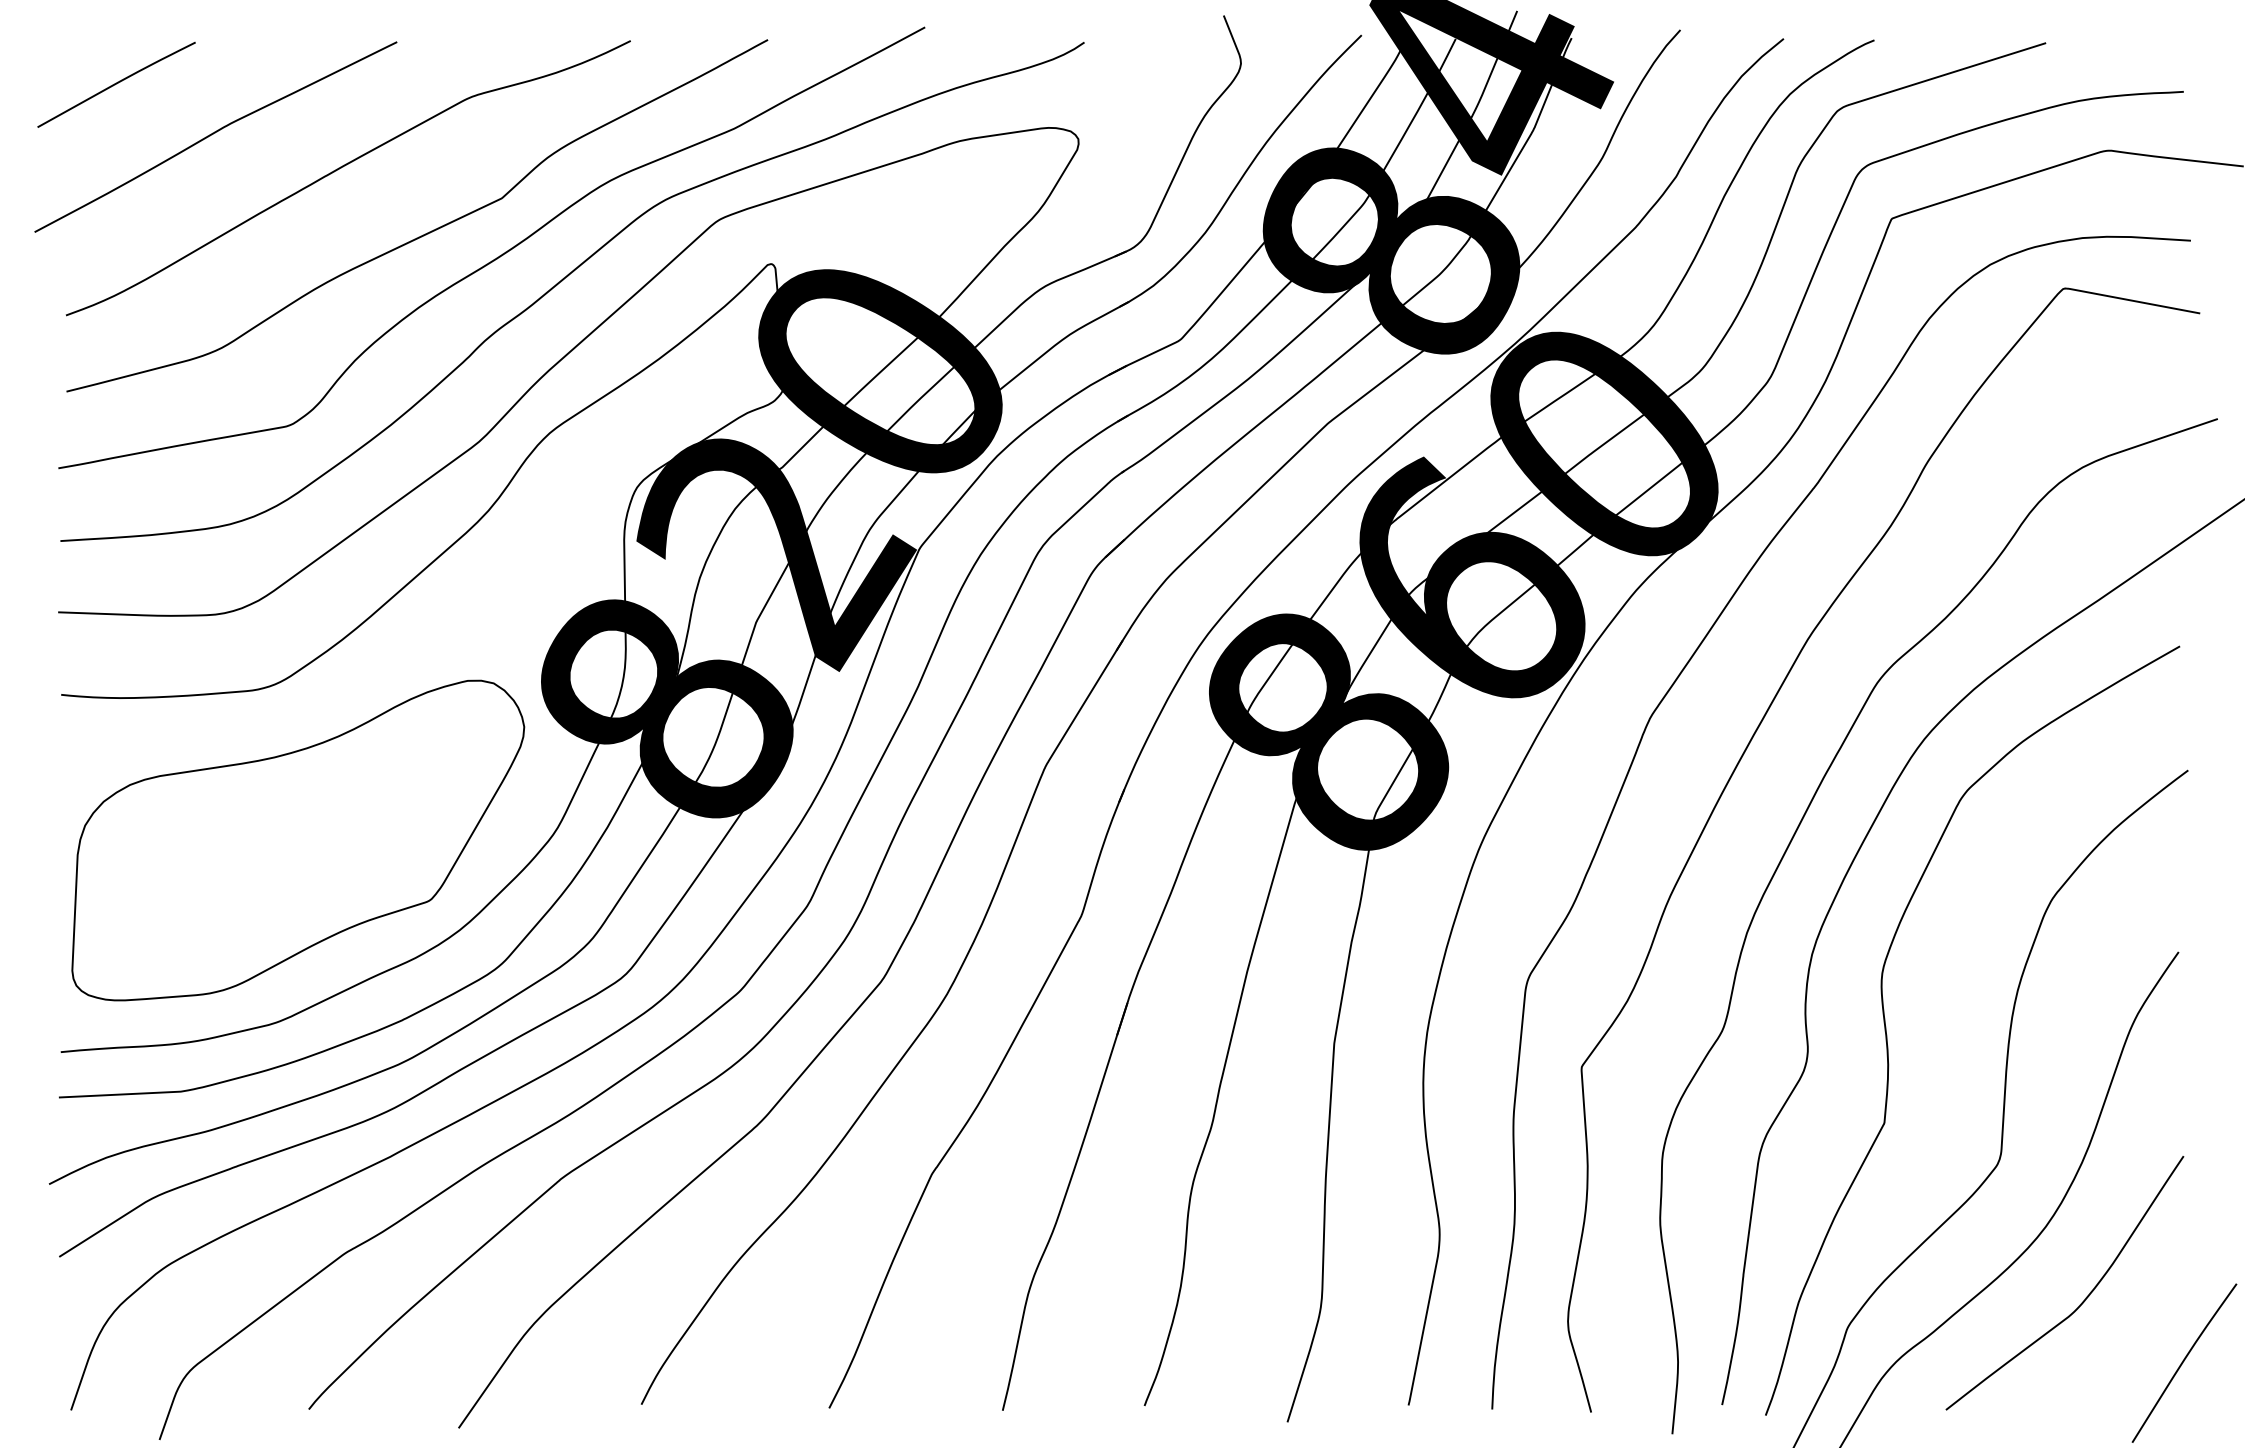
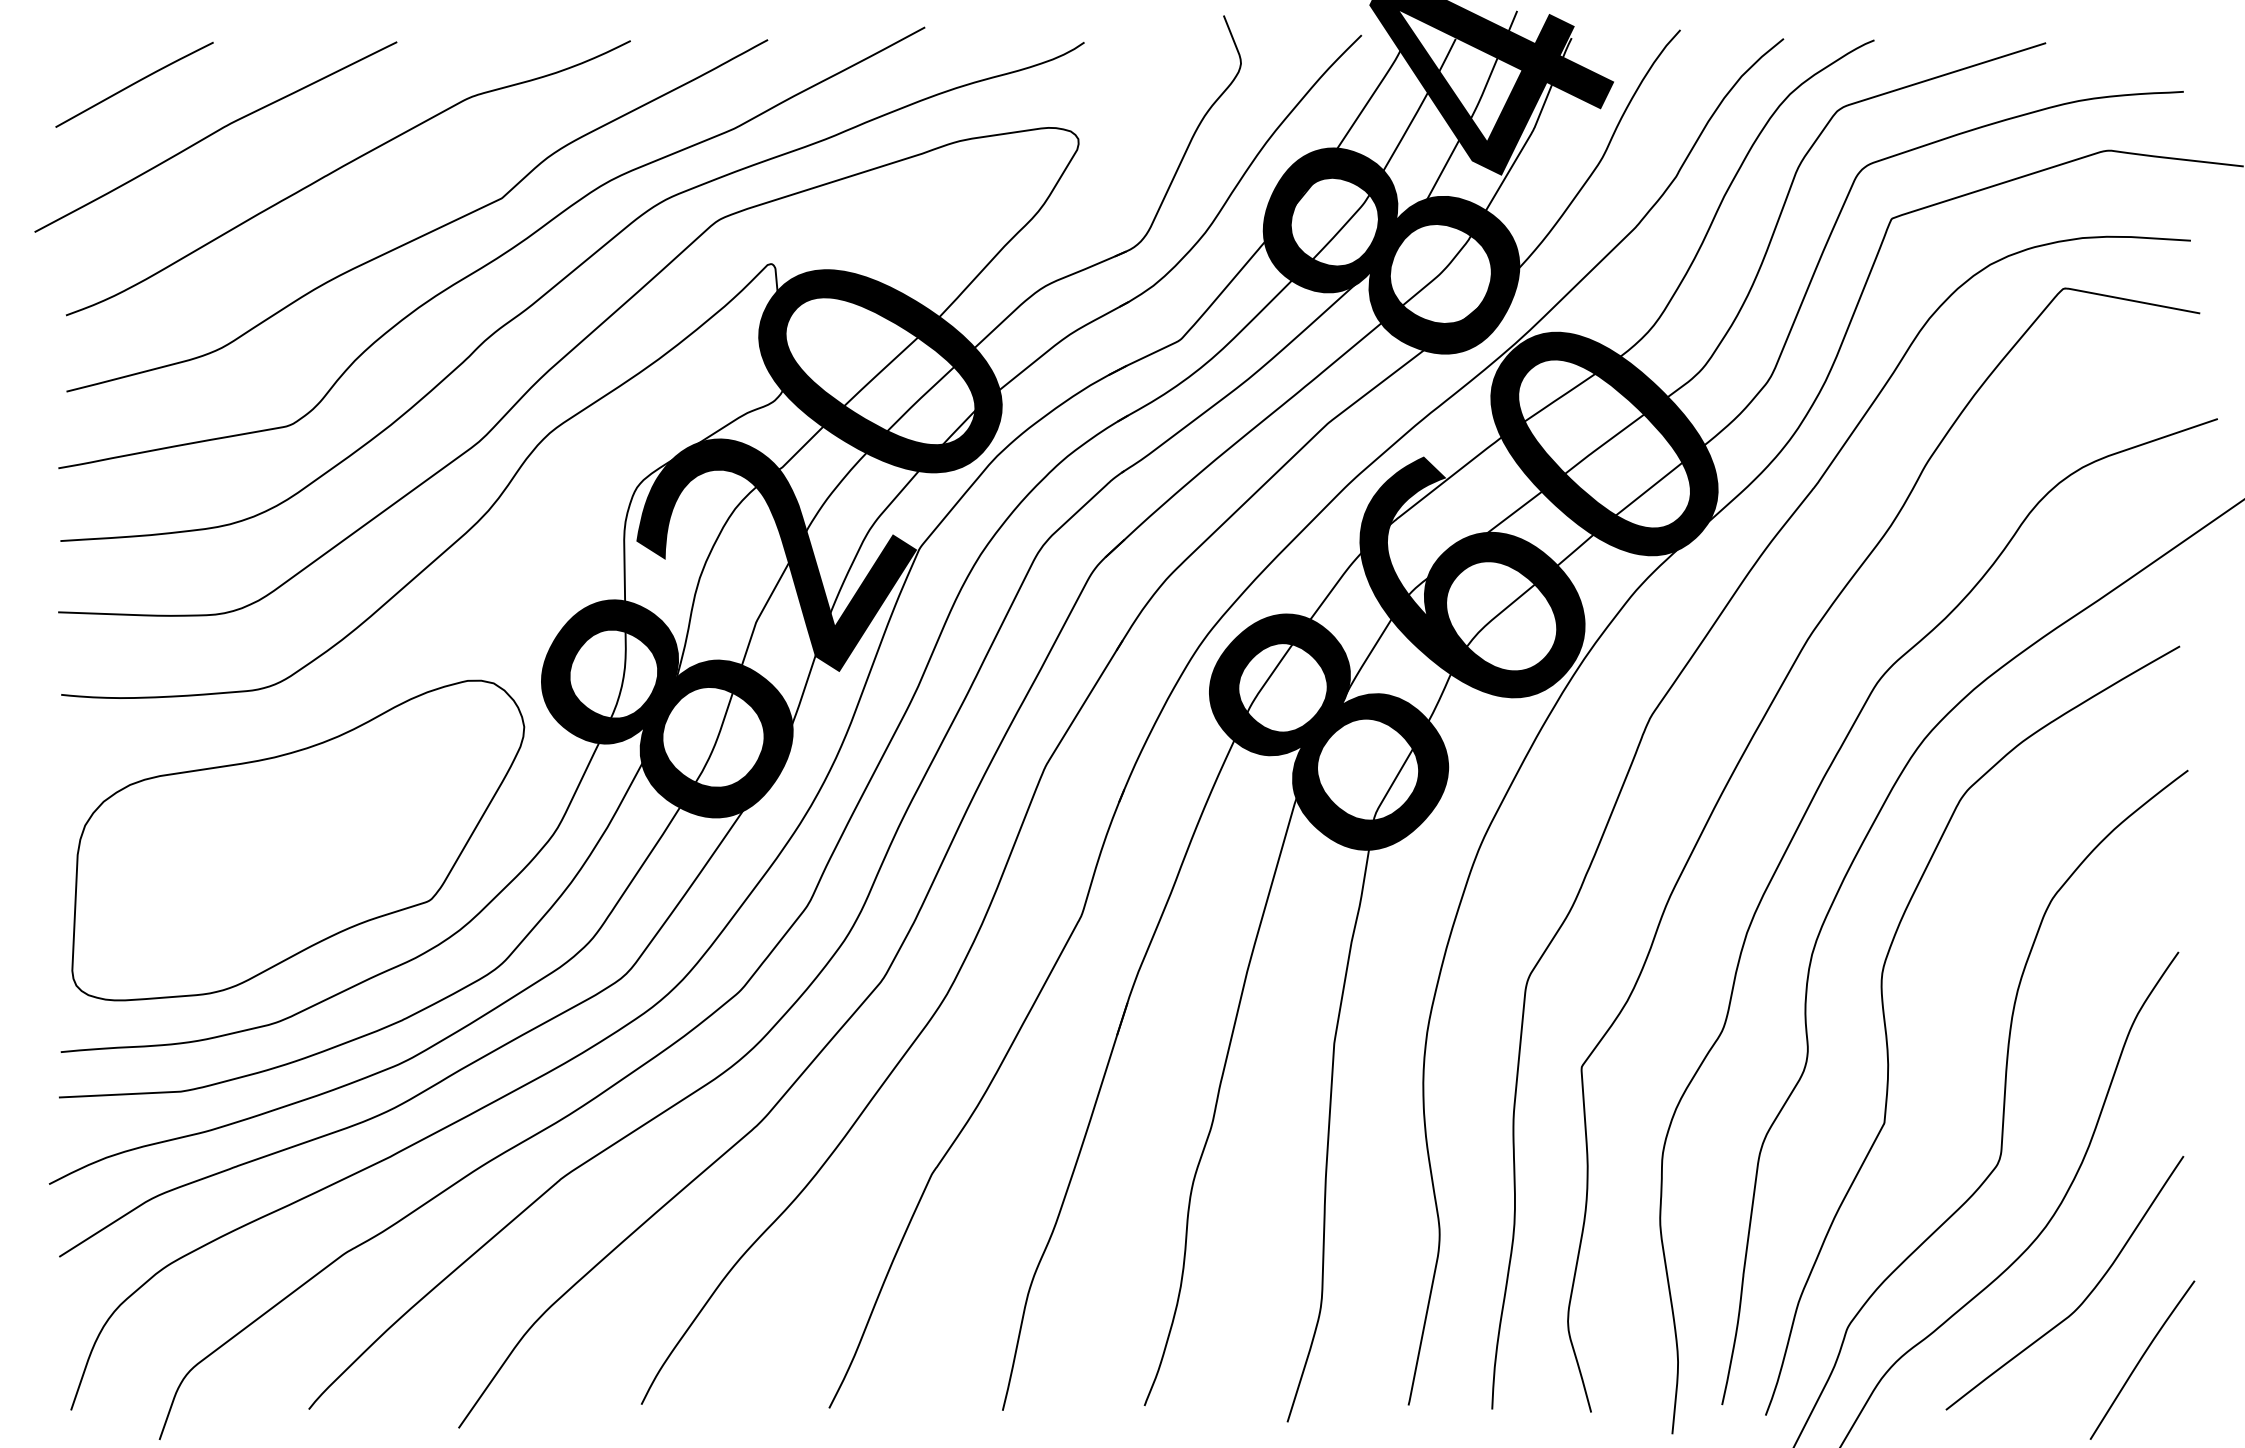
curve at (116, 84) position: (116, 84) -> (134, 84)
curve at (2184, 1361) position: (2184, 1361) -> (2142, 1358)
